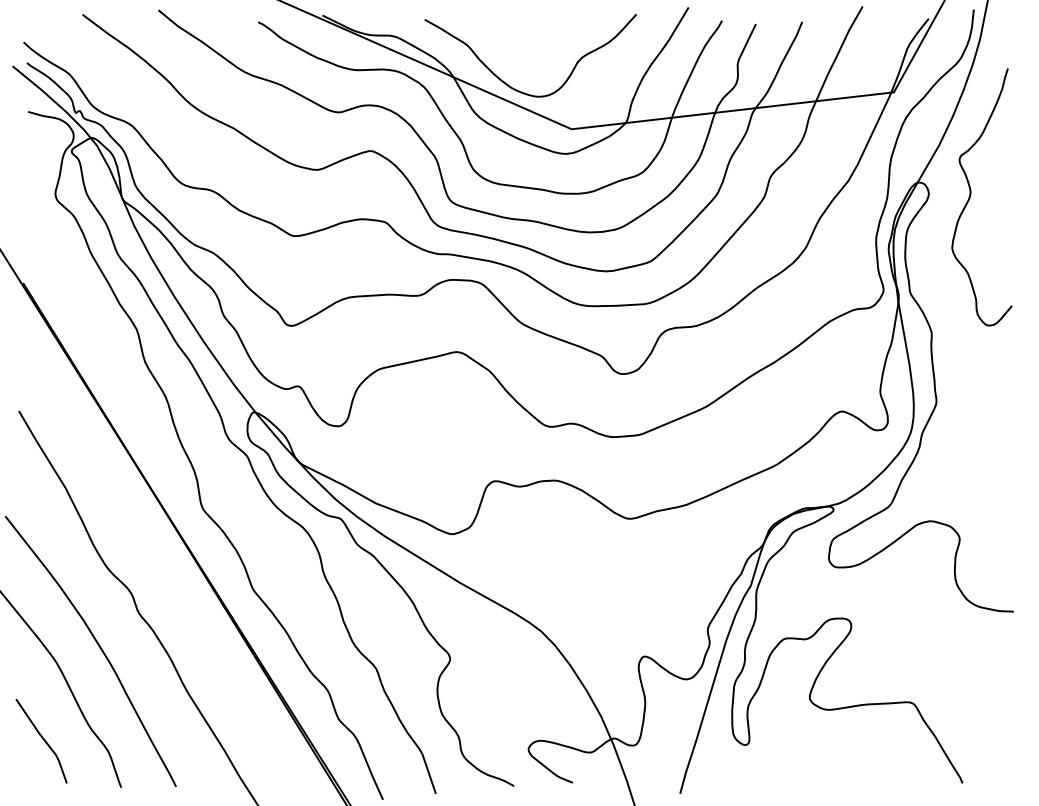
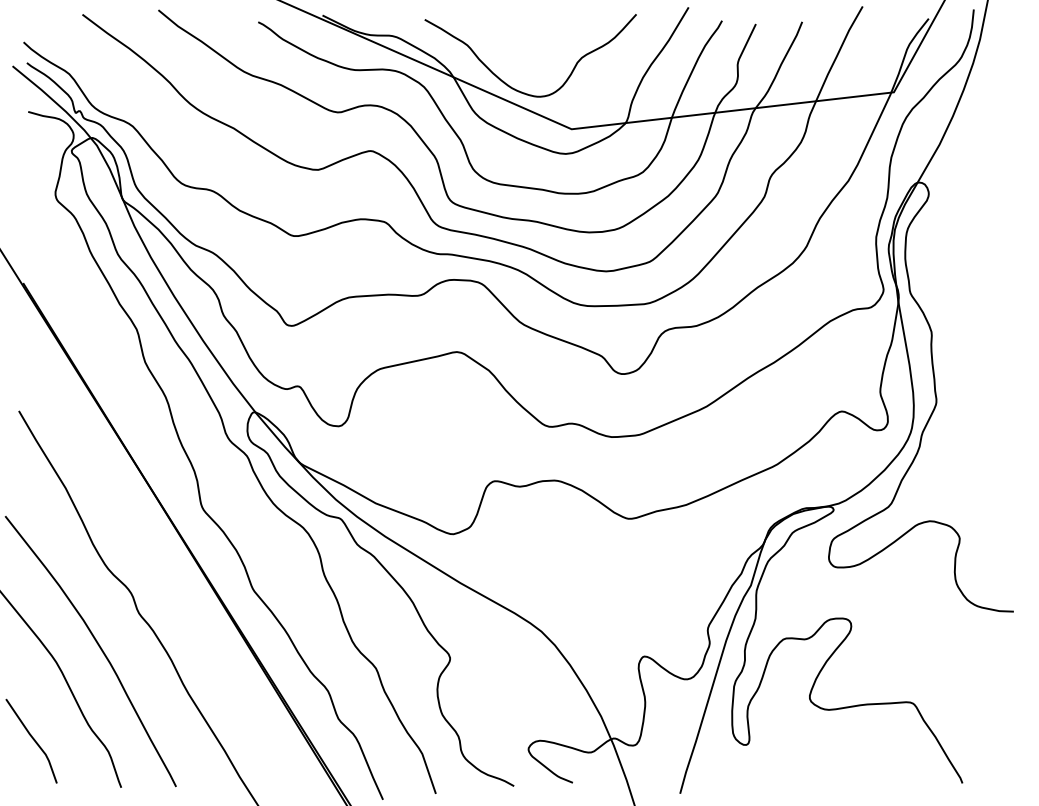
curve at (971, 195): present -> none
line at (42, 739) position: (42, 739) -> (32, 739)
